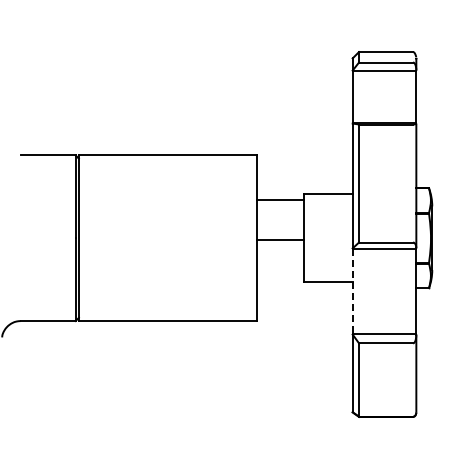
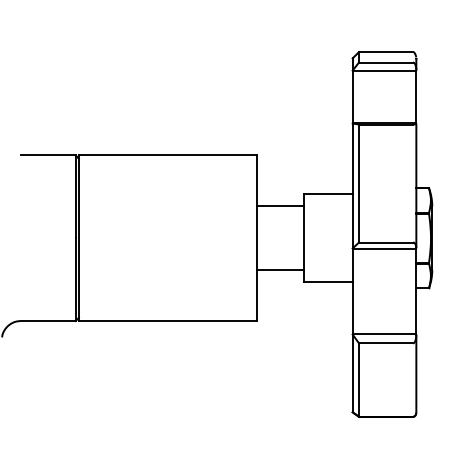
line at (280, 200) position: (280, 200) -> (280, 206)
line at (280, 240) position: (280, 240) -> (280, 270)
line at (352, 291): dashed -> solid
